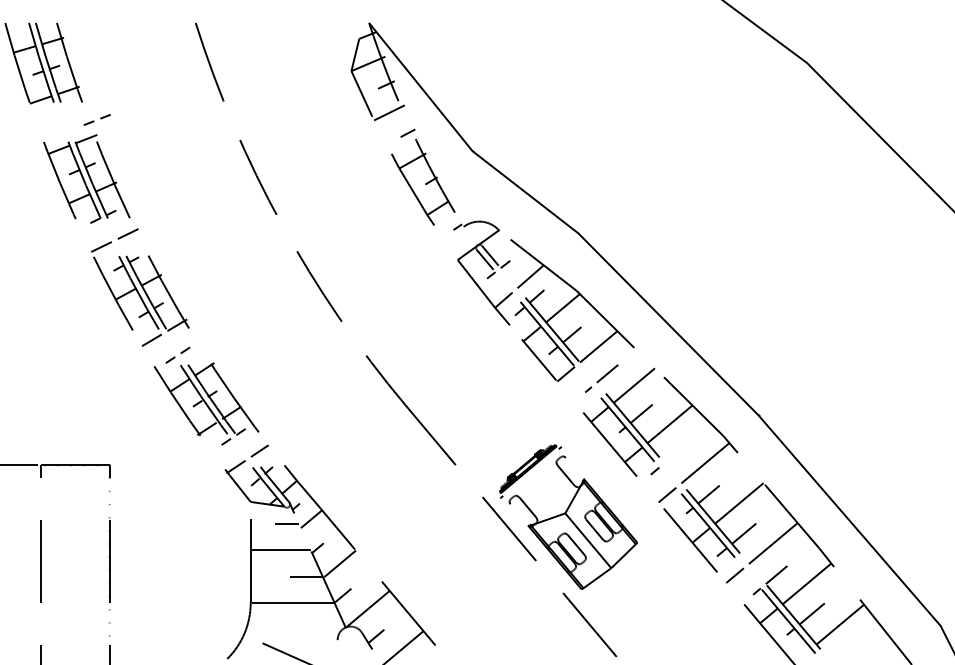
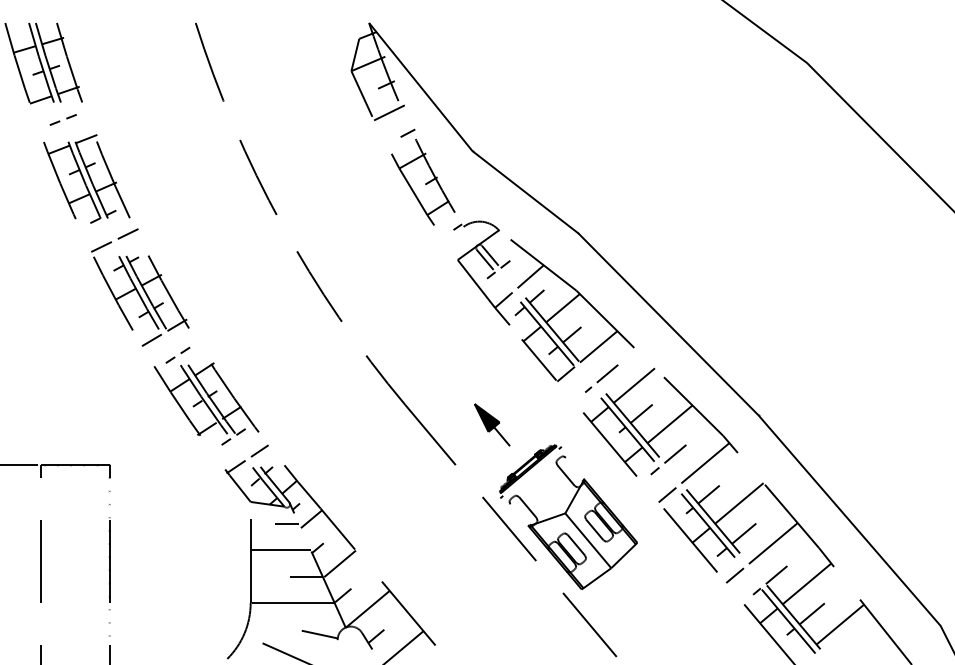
part at (96, 119) position: (96, 119) -> (62, 119)
part at (492, 424): none -> present
line at (675, 453): none -> present
line at (319, 634): none -> present
